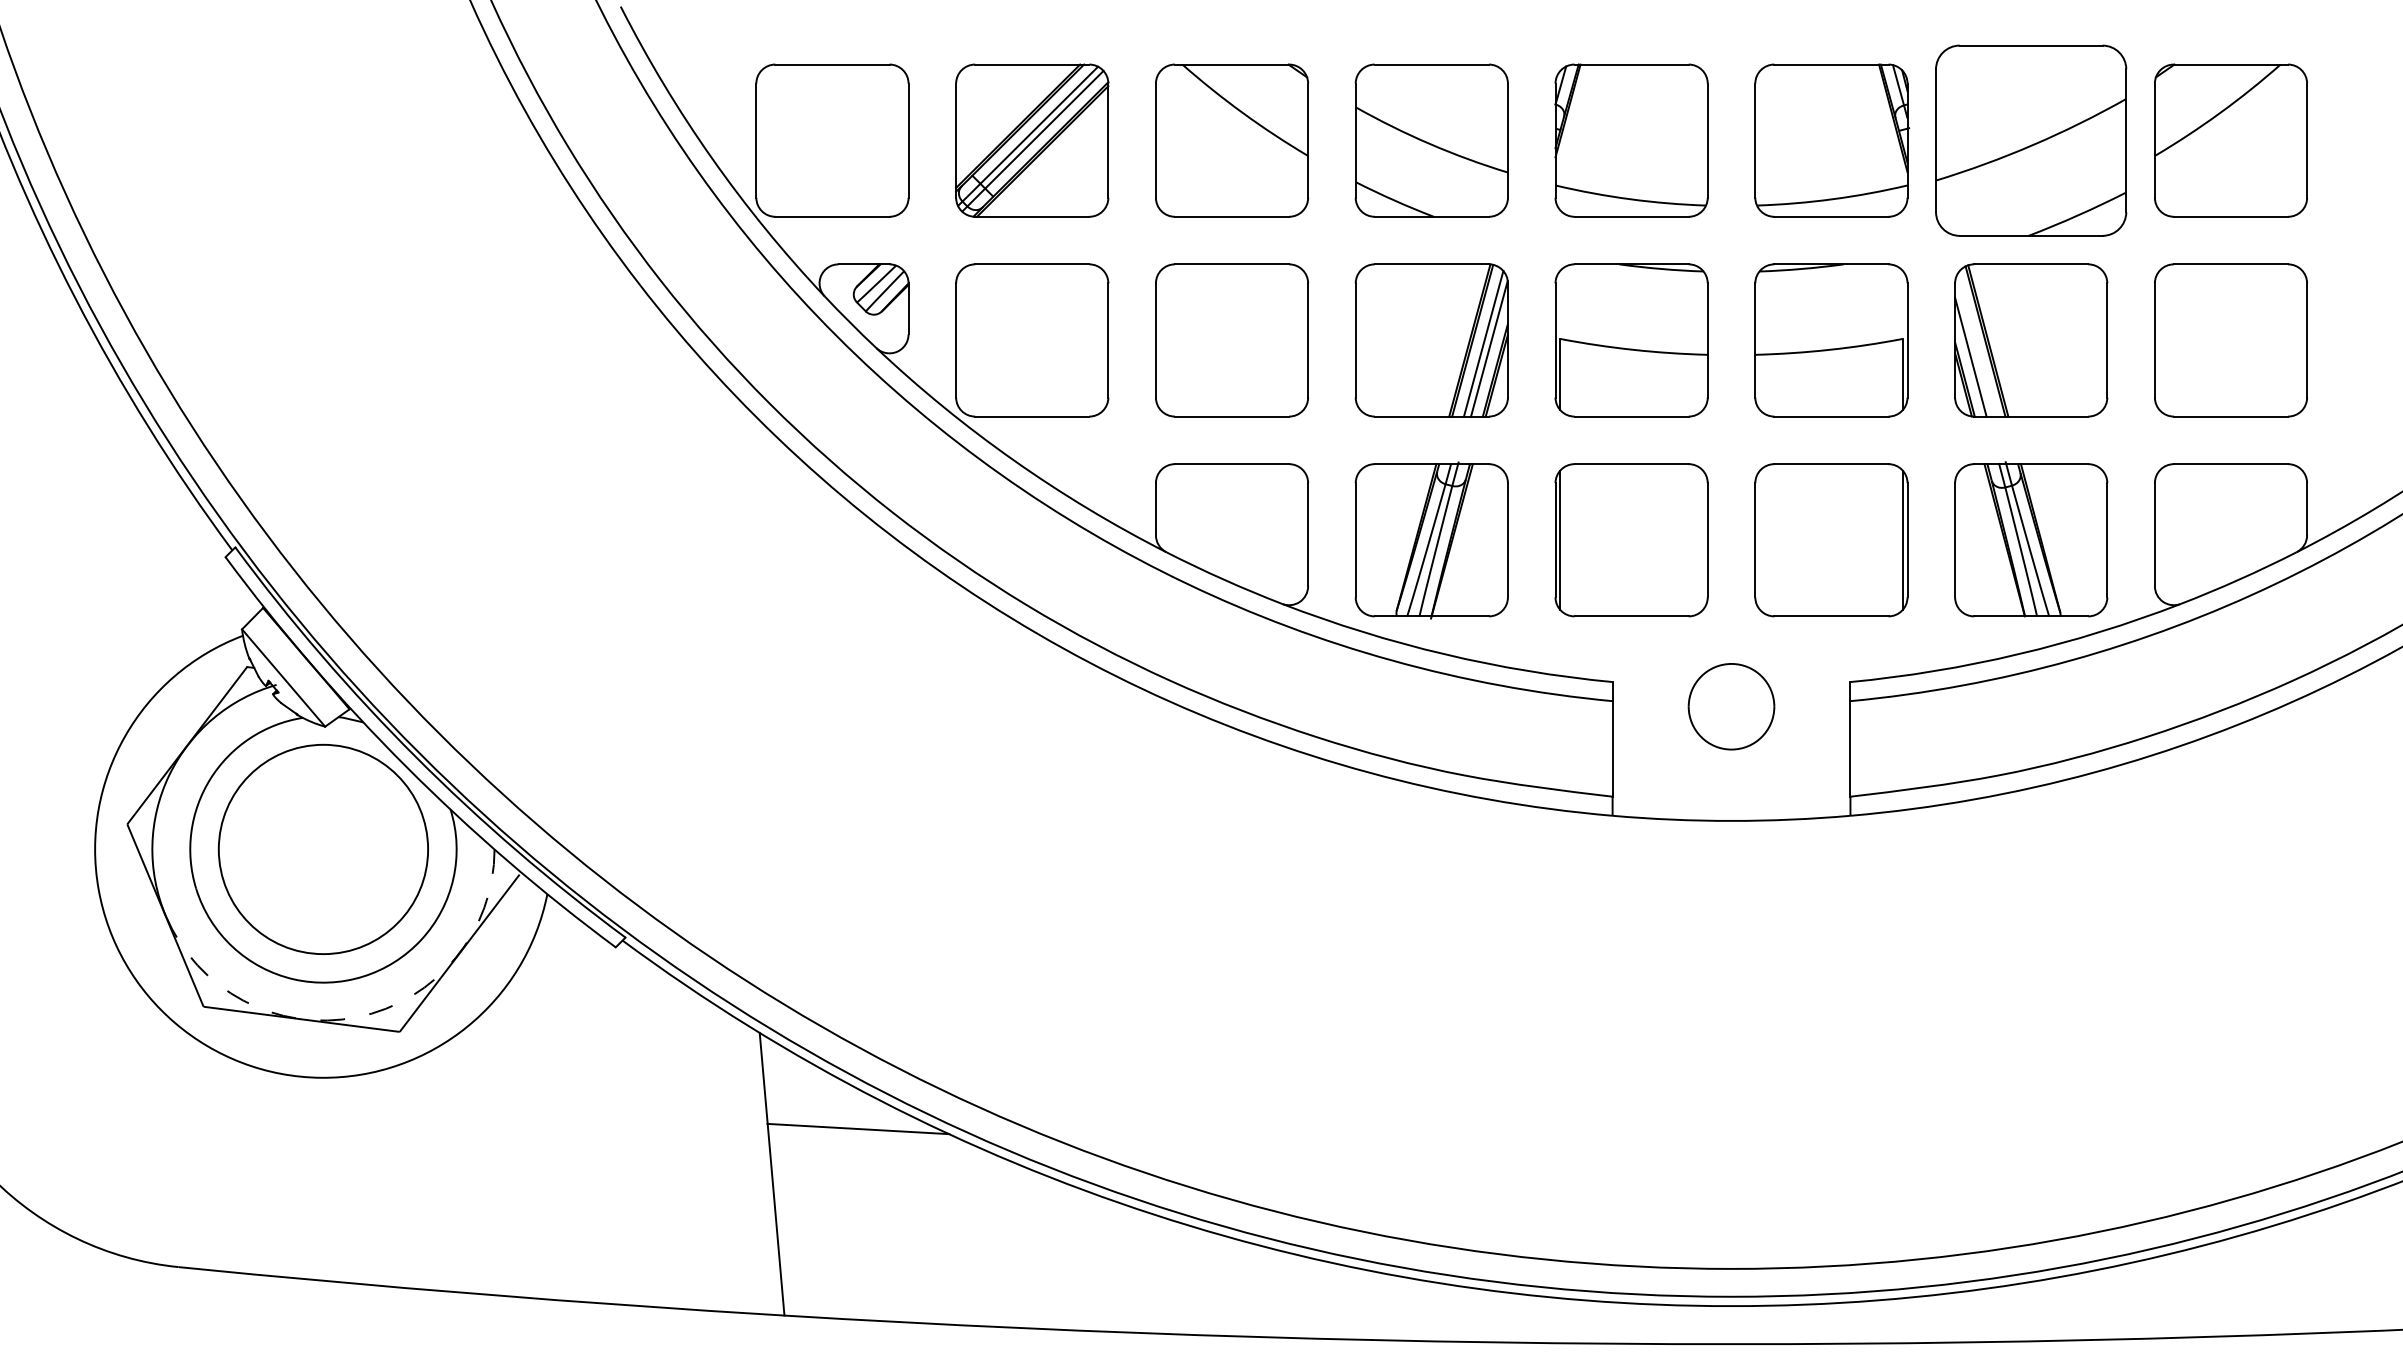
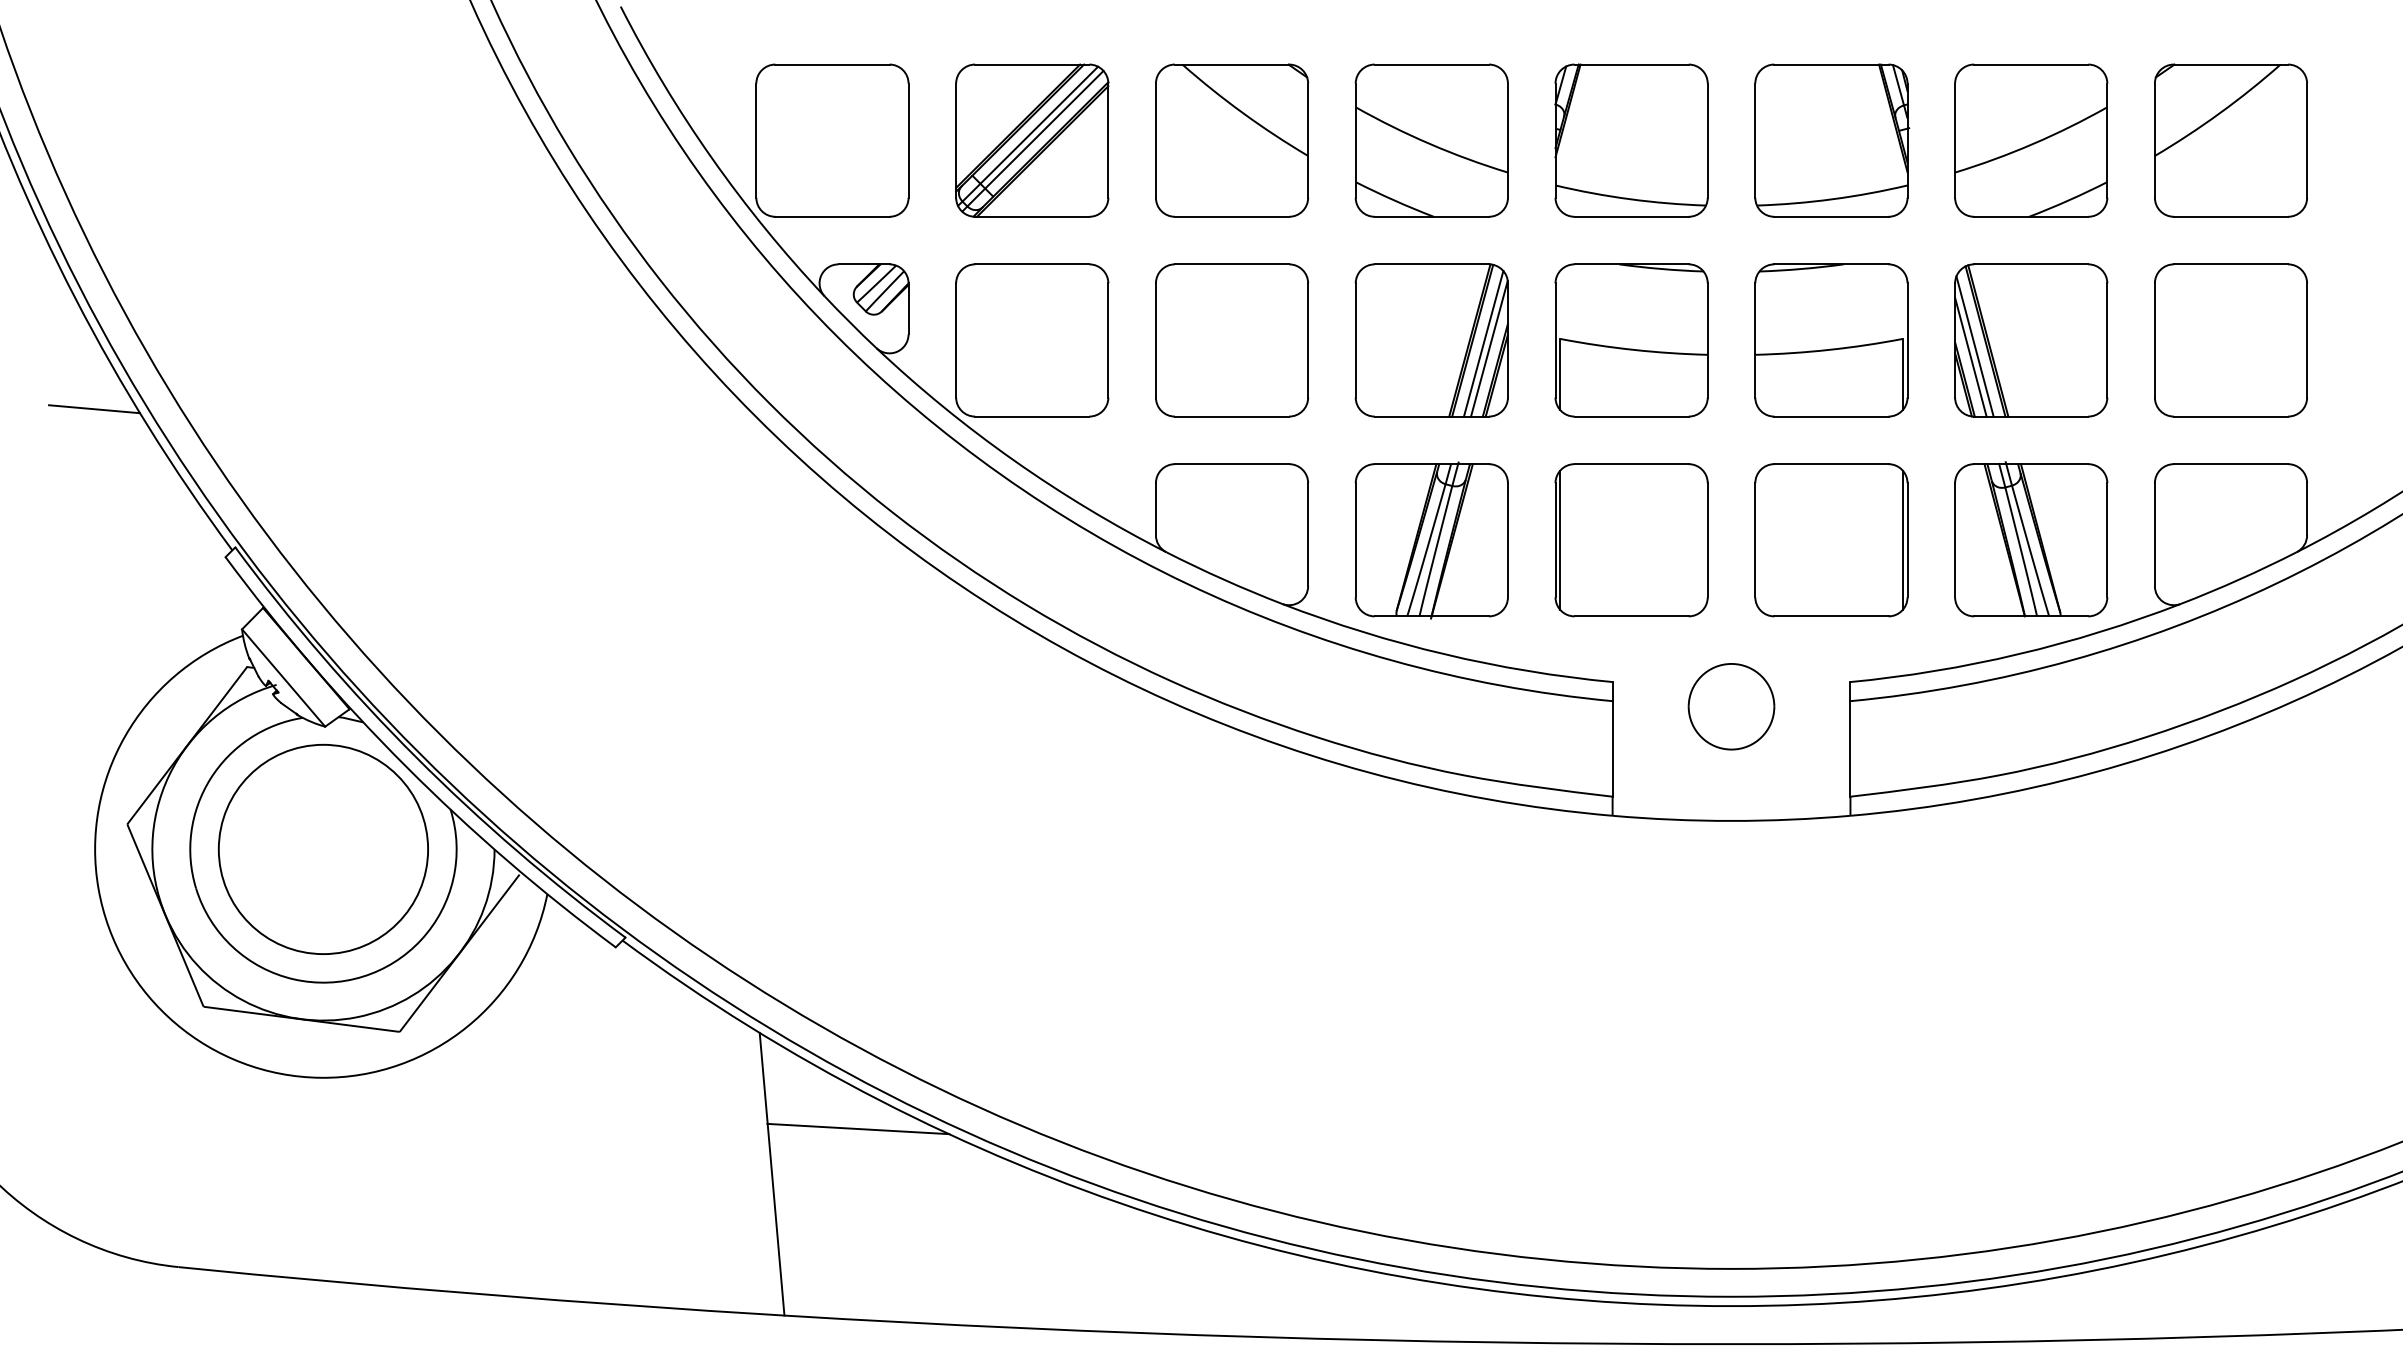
part at (2031, 140) size: 193x193 px -> 155x155 px
line at (1974, 346): none -> present
line at (94, 409): none -> present
arc at (357, 1017): dashed -> solid
